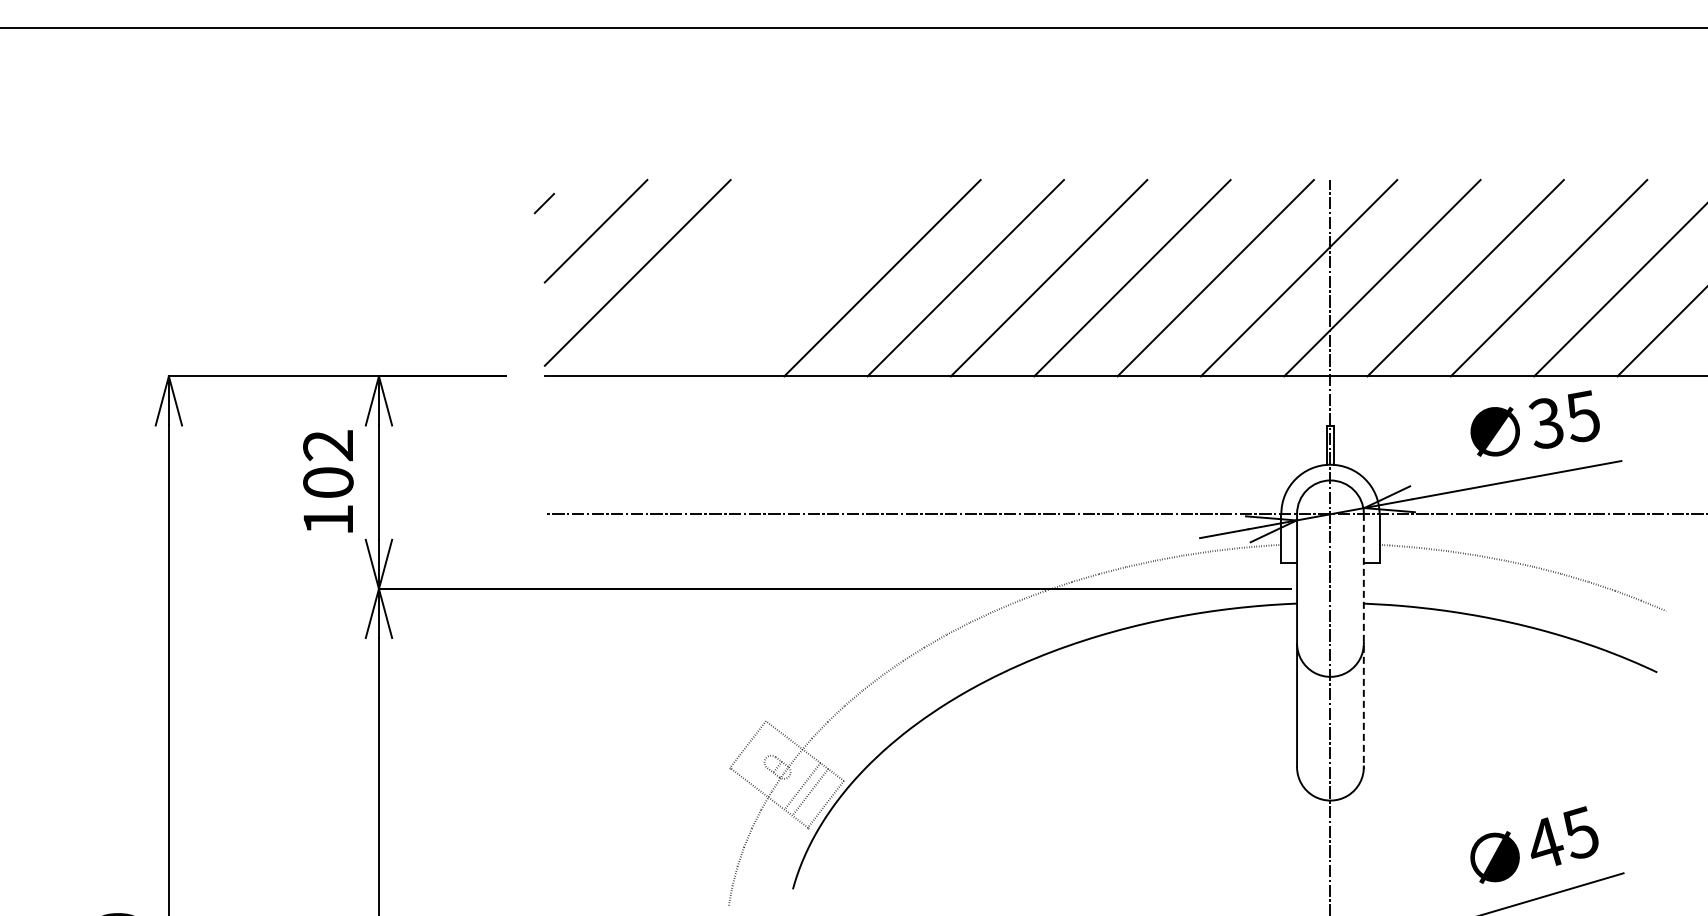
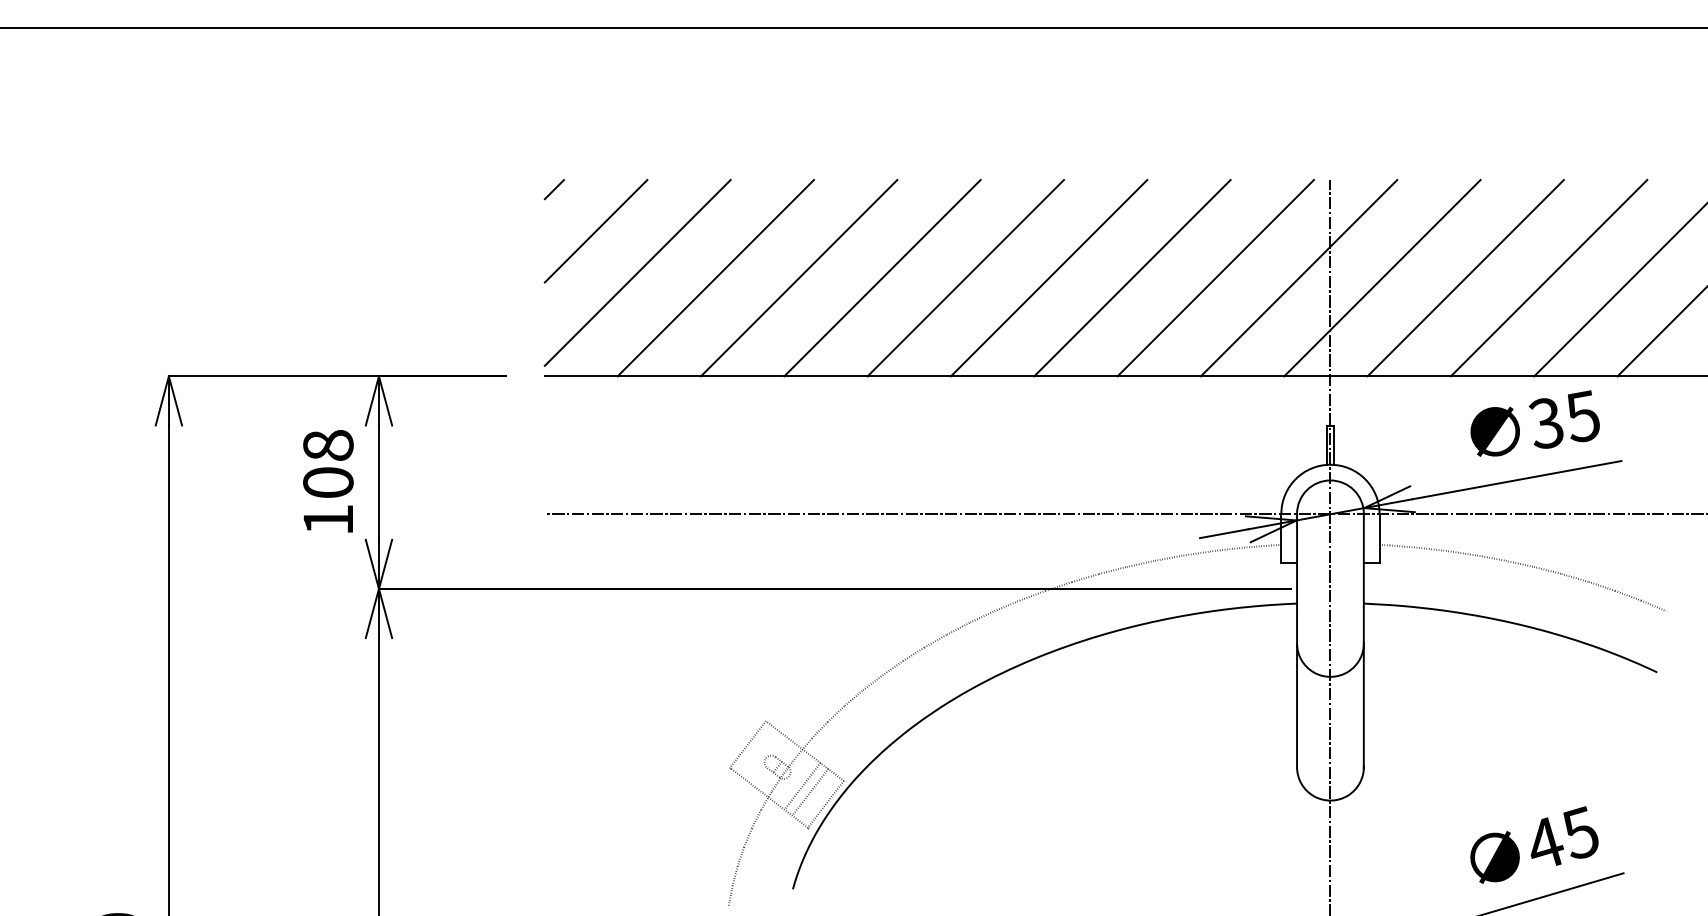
line at (543, 203) position: (543, 203) -> (553, 189)
line at (715, 277): none -> present
line at (798, 277): none -> present
text at (328, 445): 102 -> 108
line at (1363, 641): dashed -> solid
